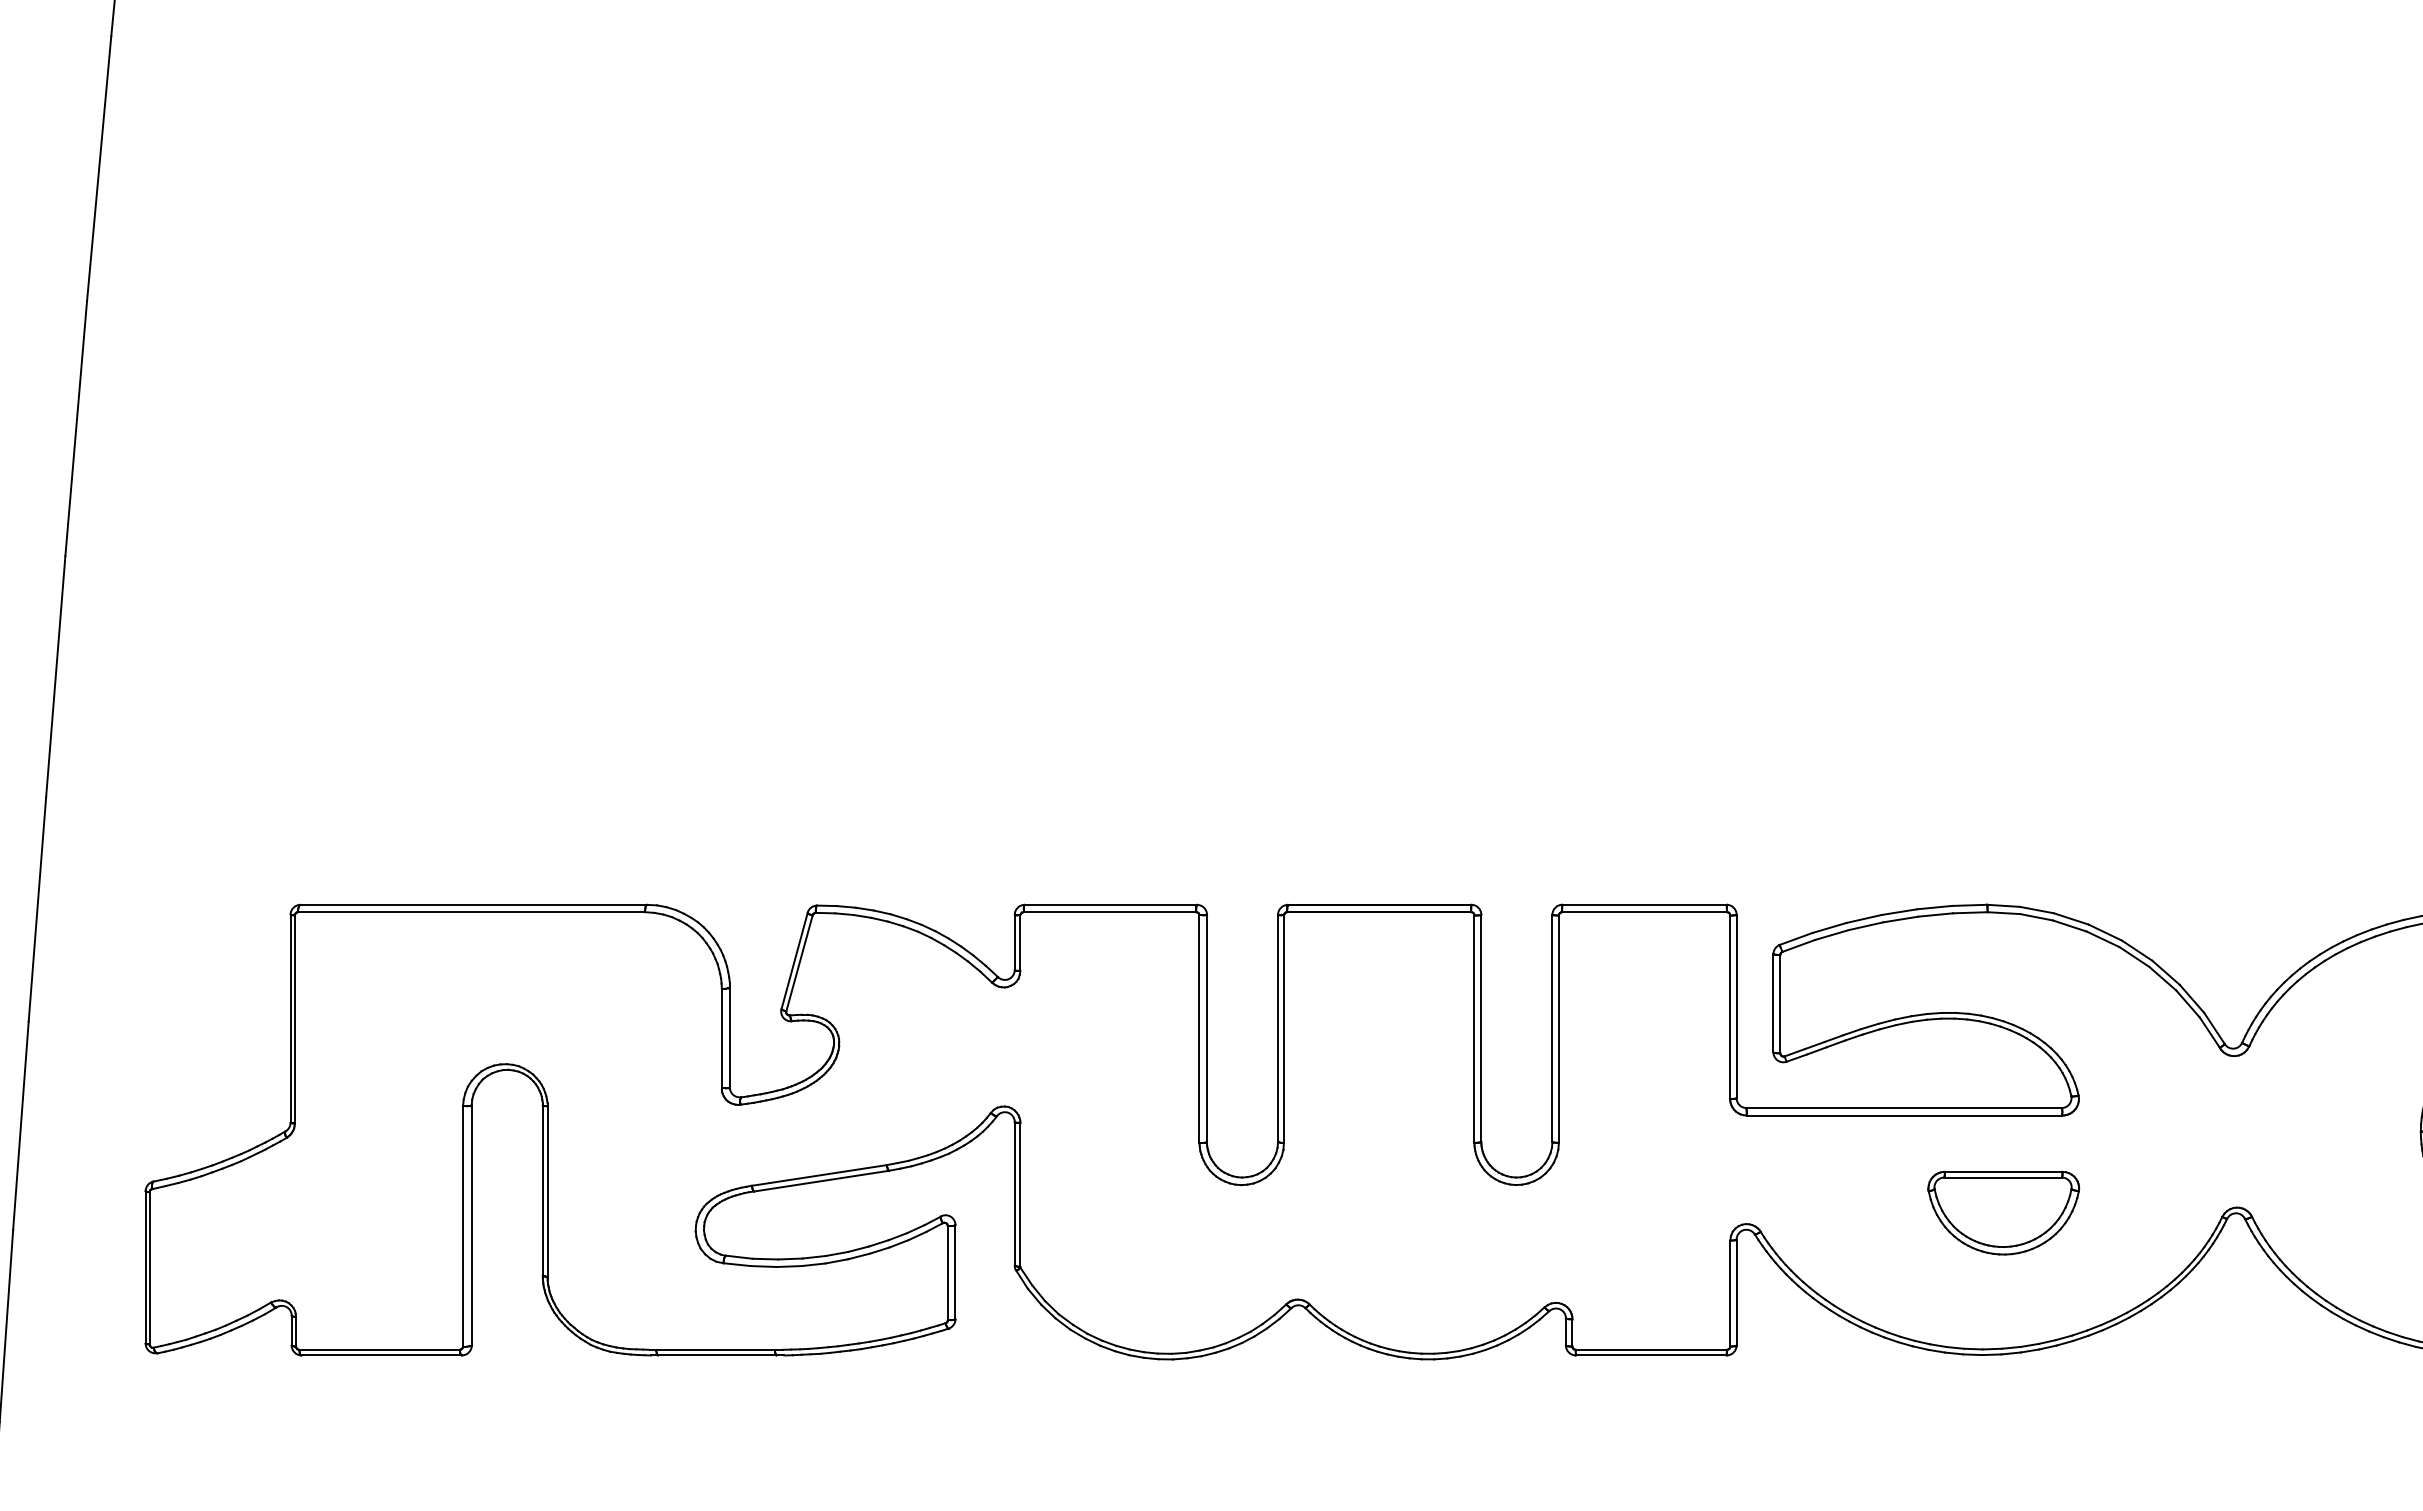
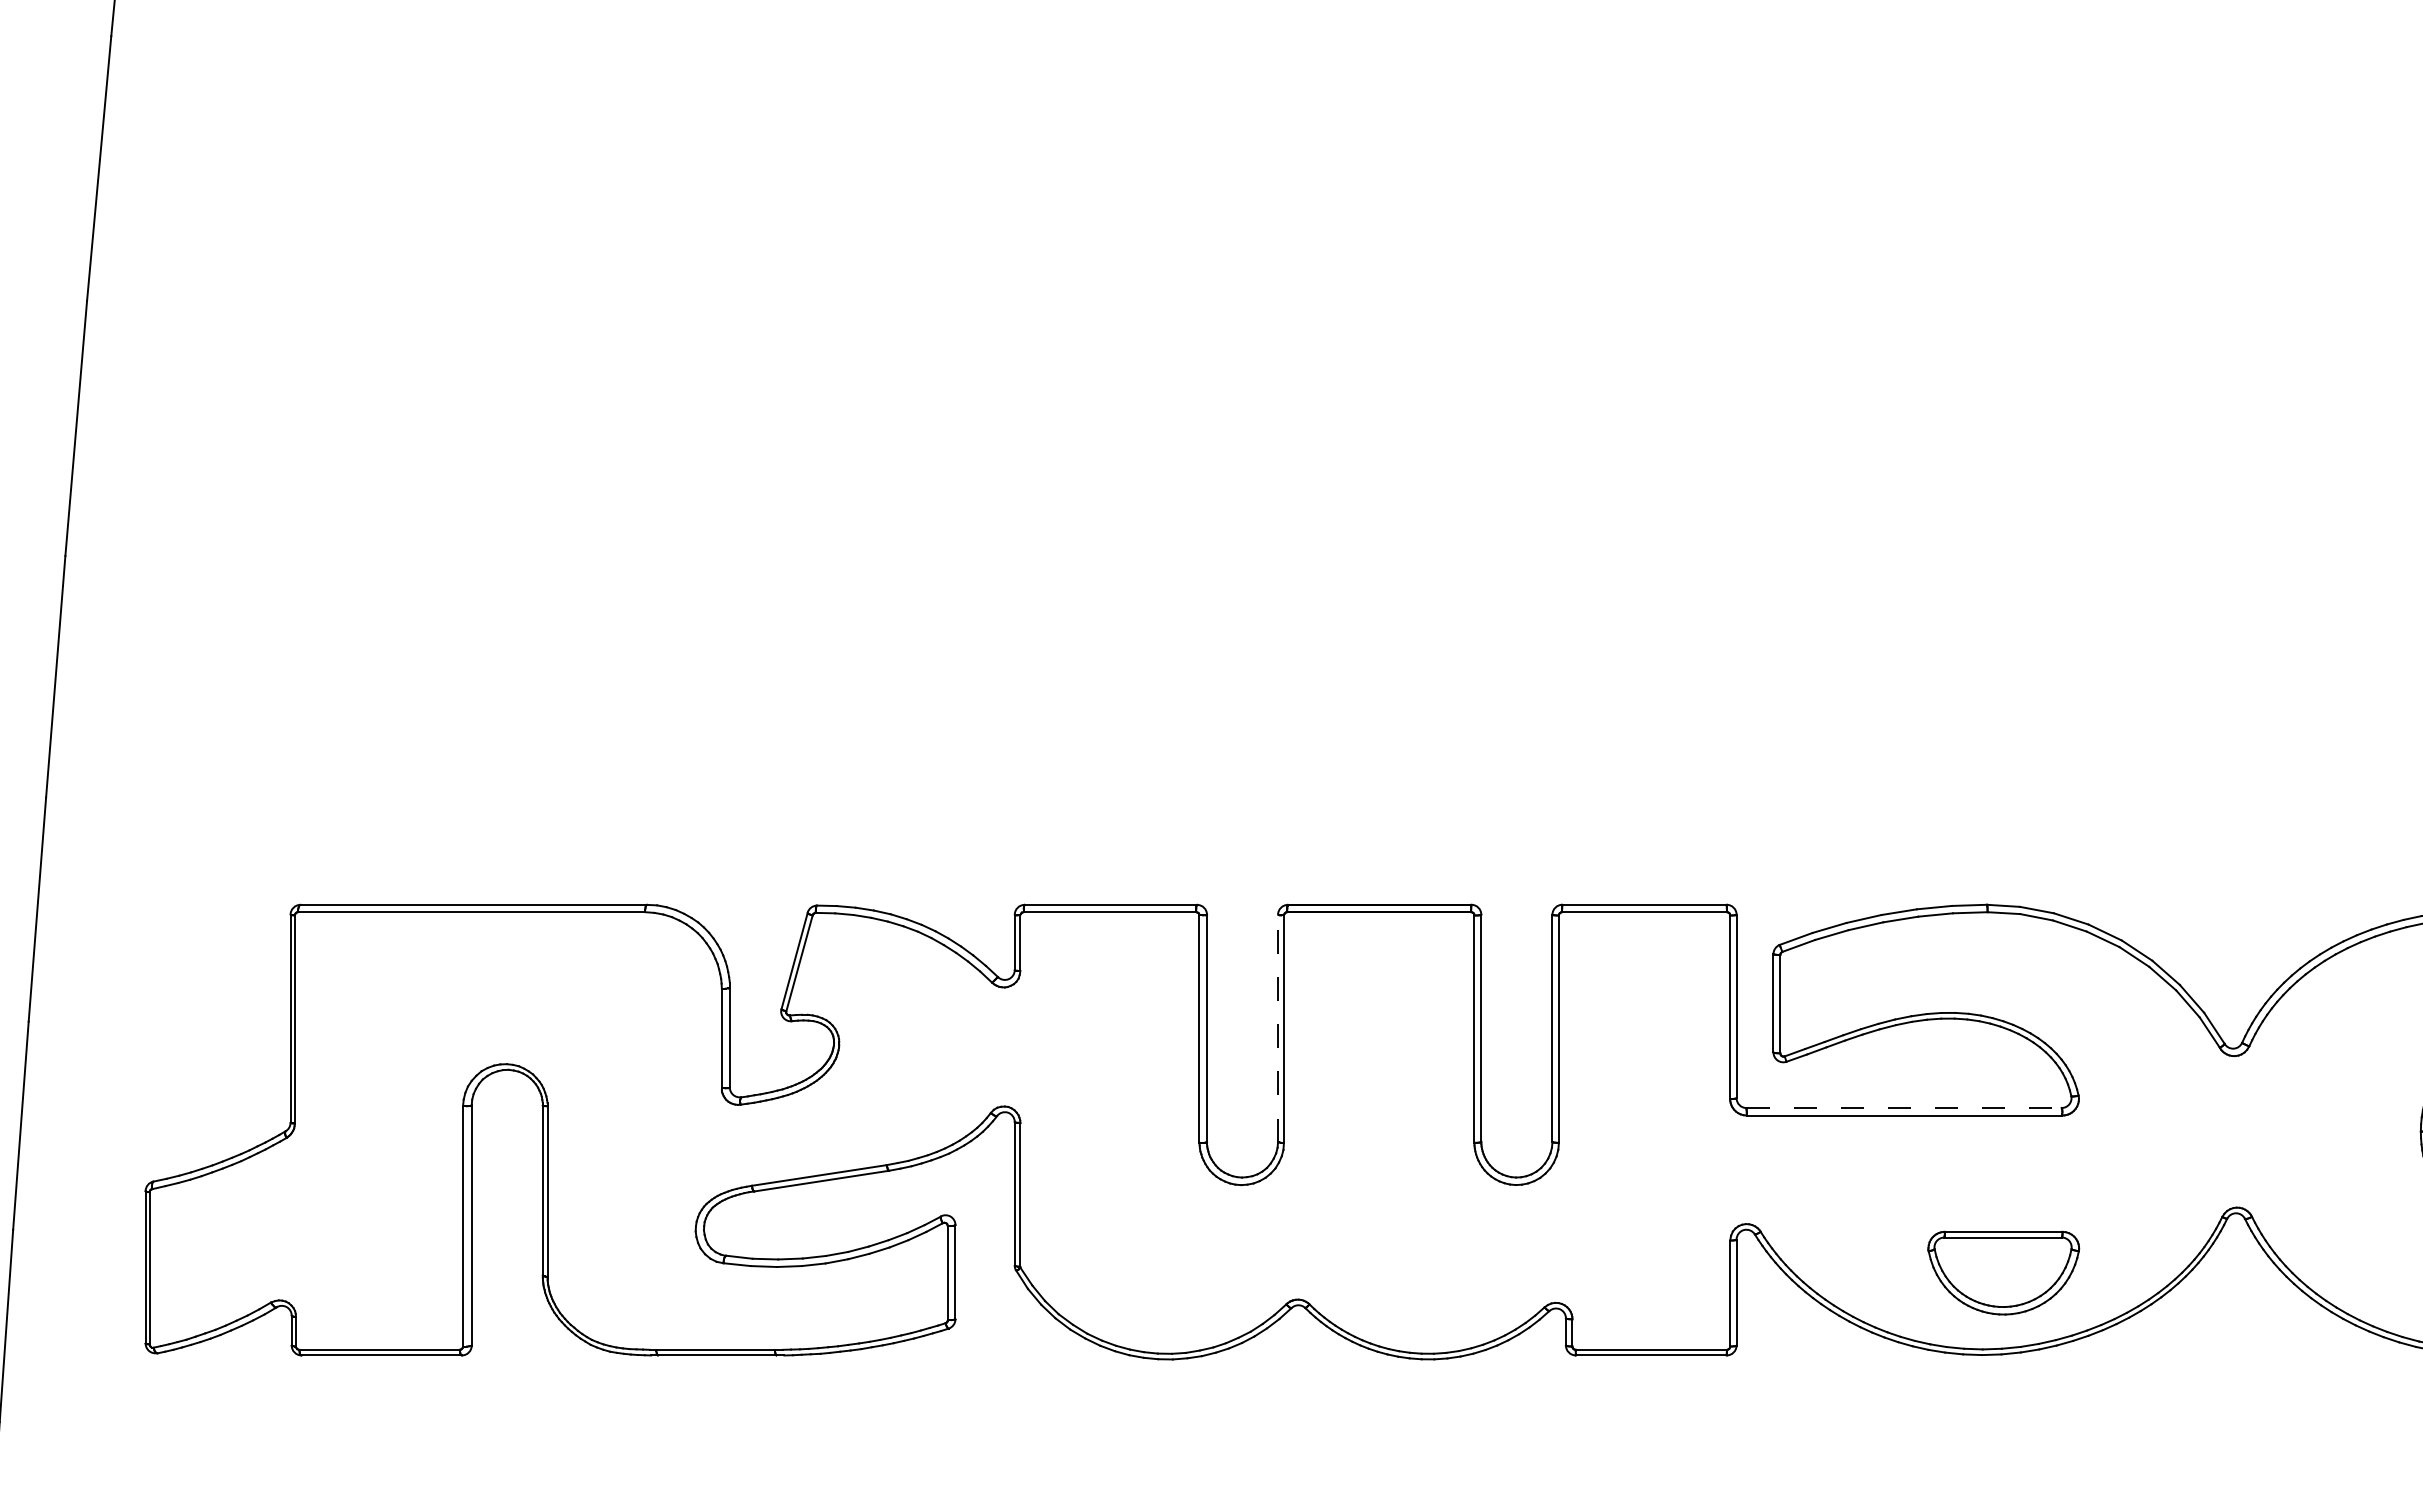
line at (1278, 1028): solid -> dashed
line at (1904, 1108): solid -> dashed
part at (2003, 1212) position: (2003, 1212) -> (2003, 1272)
